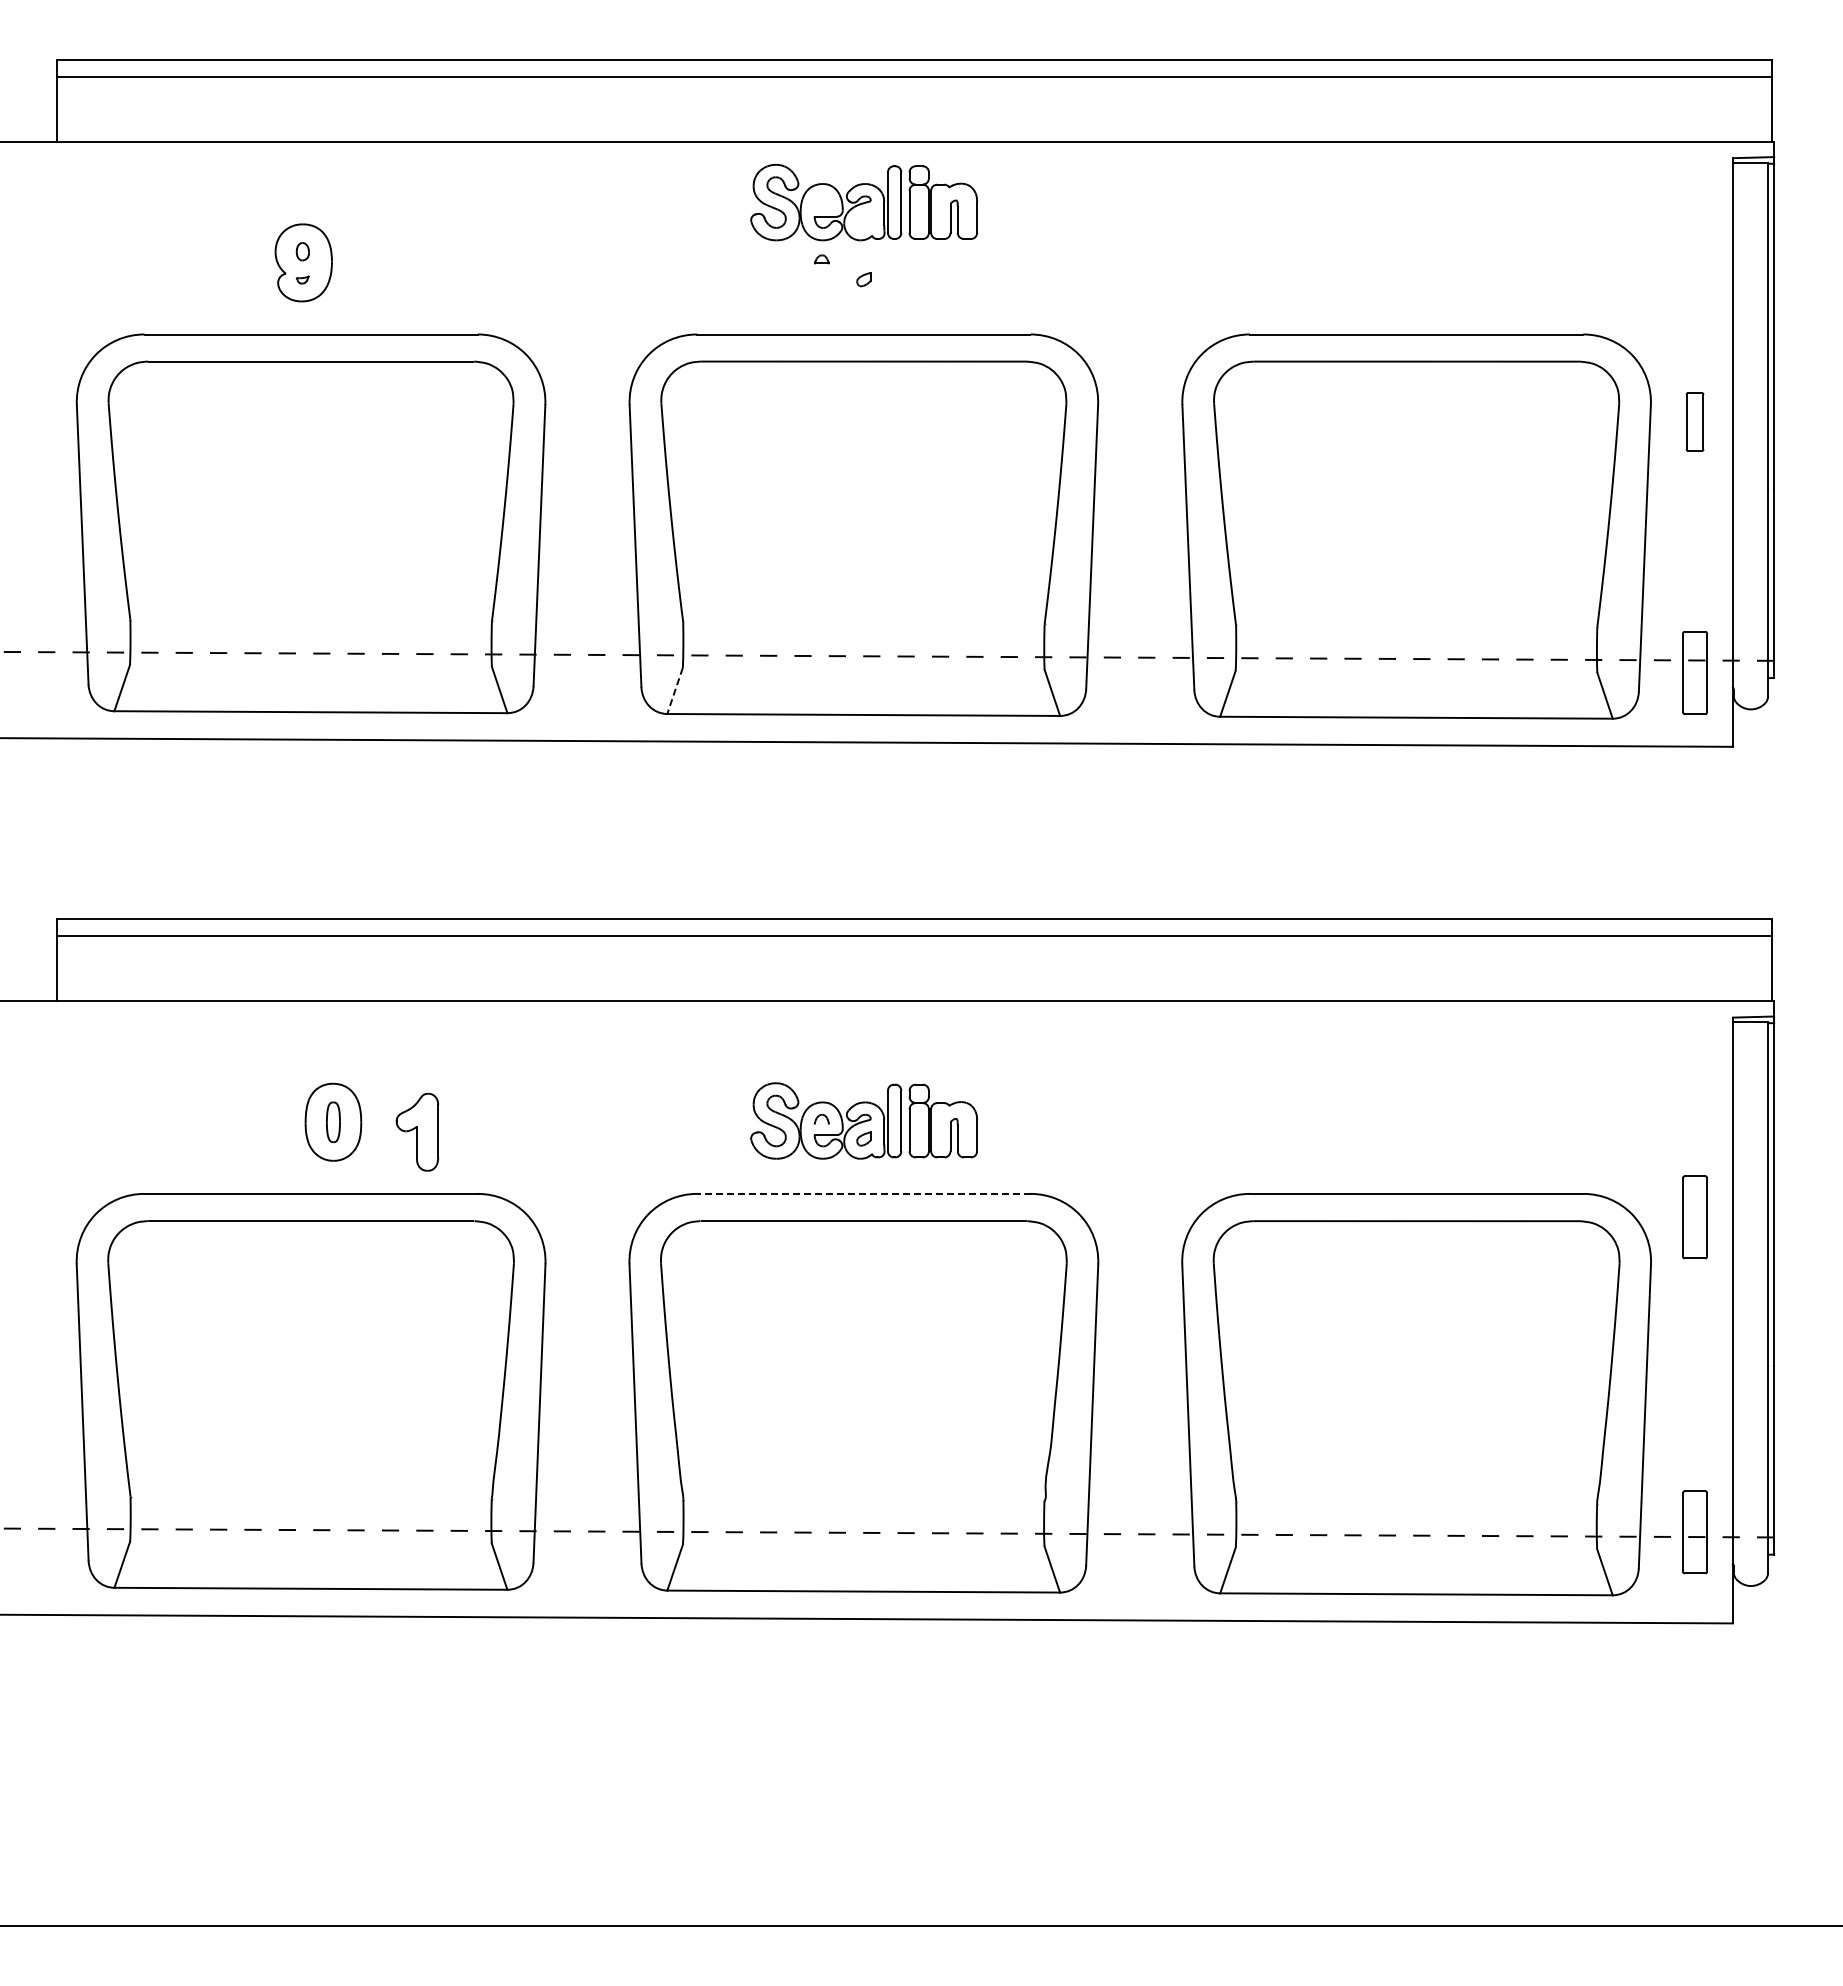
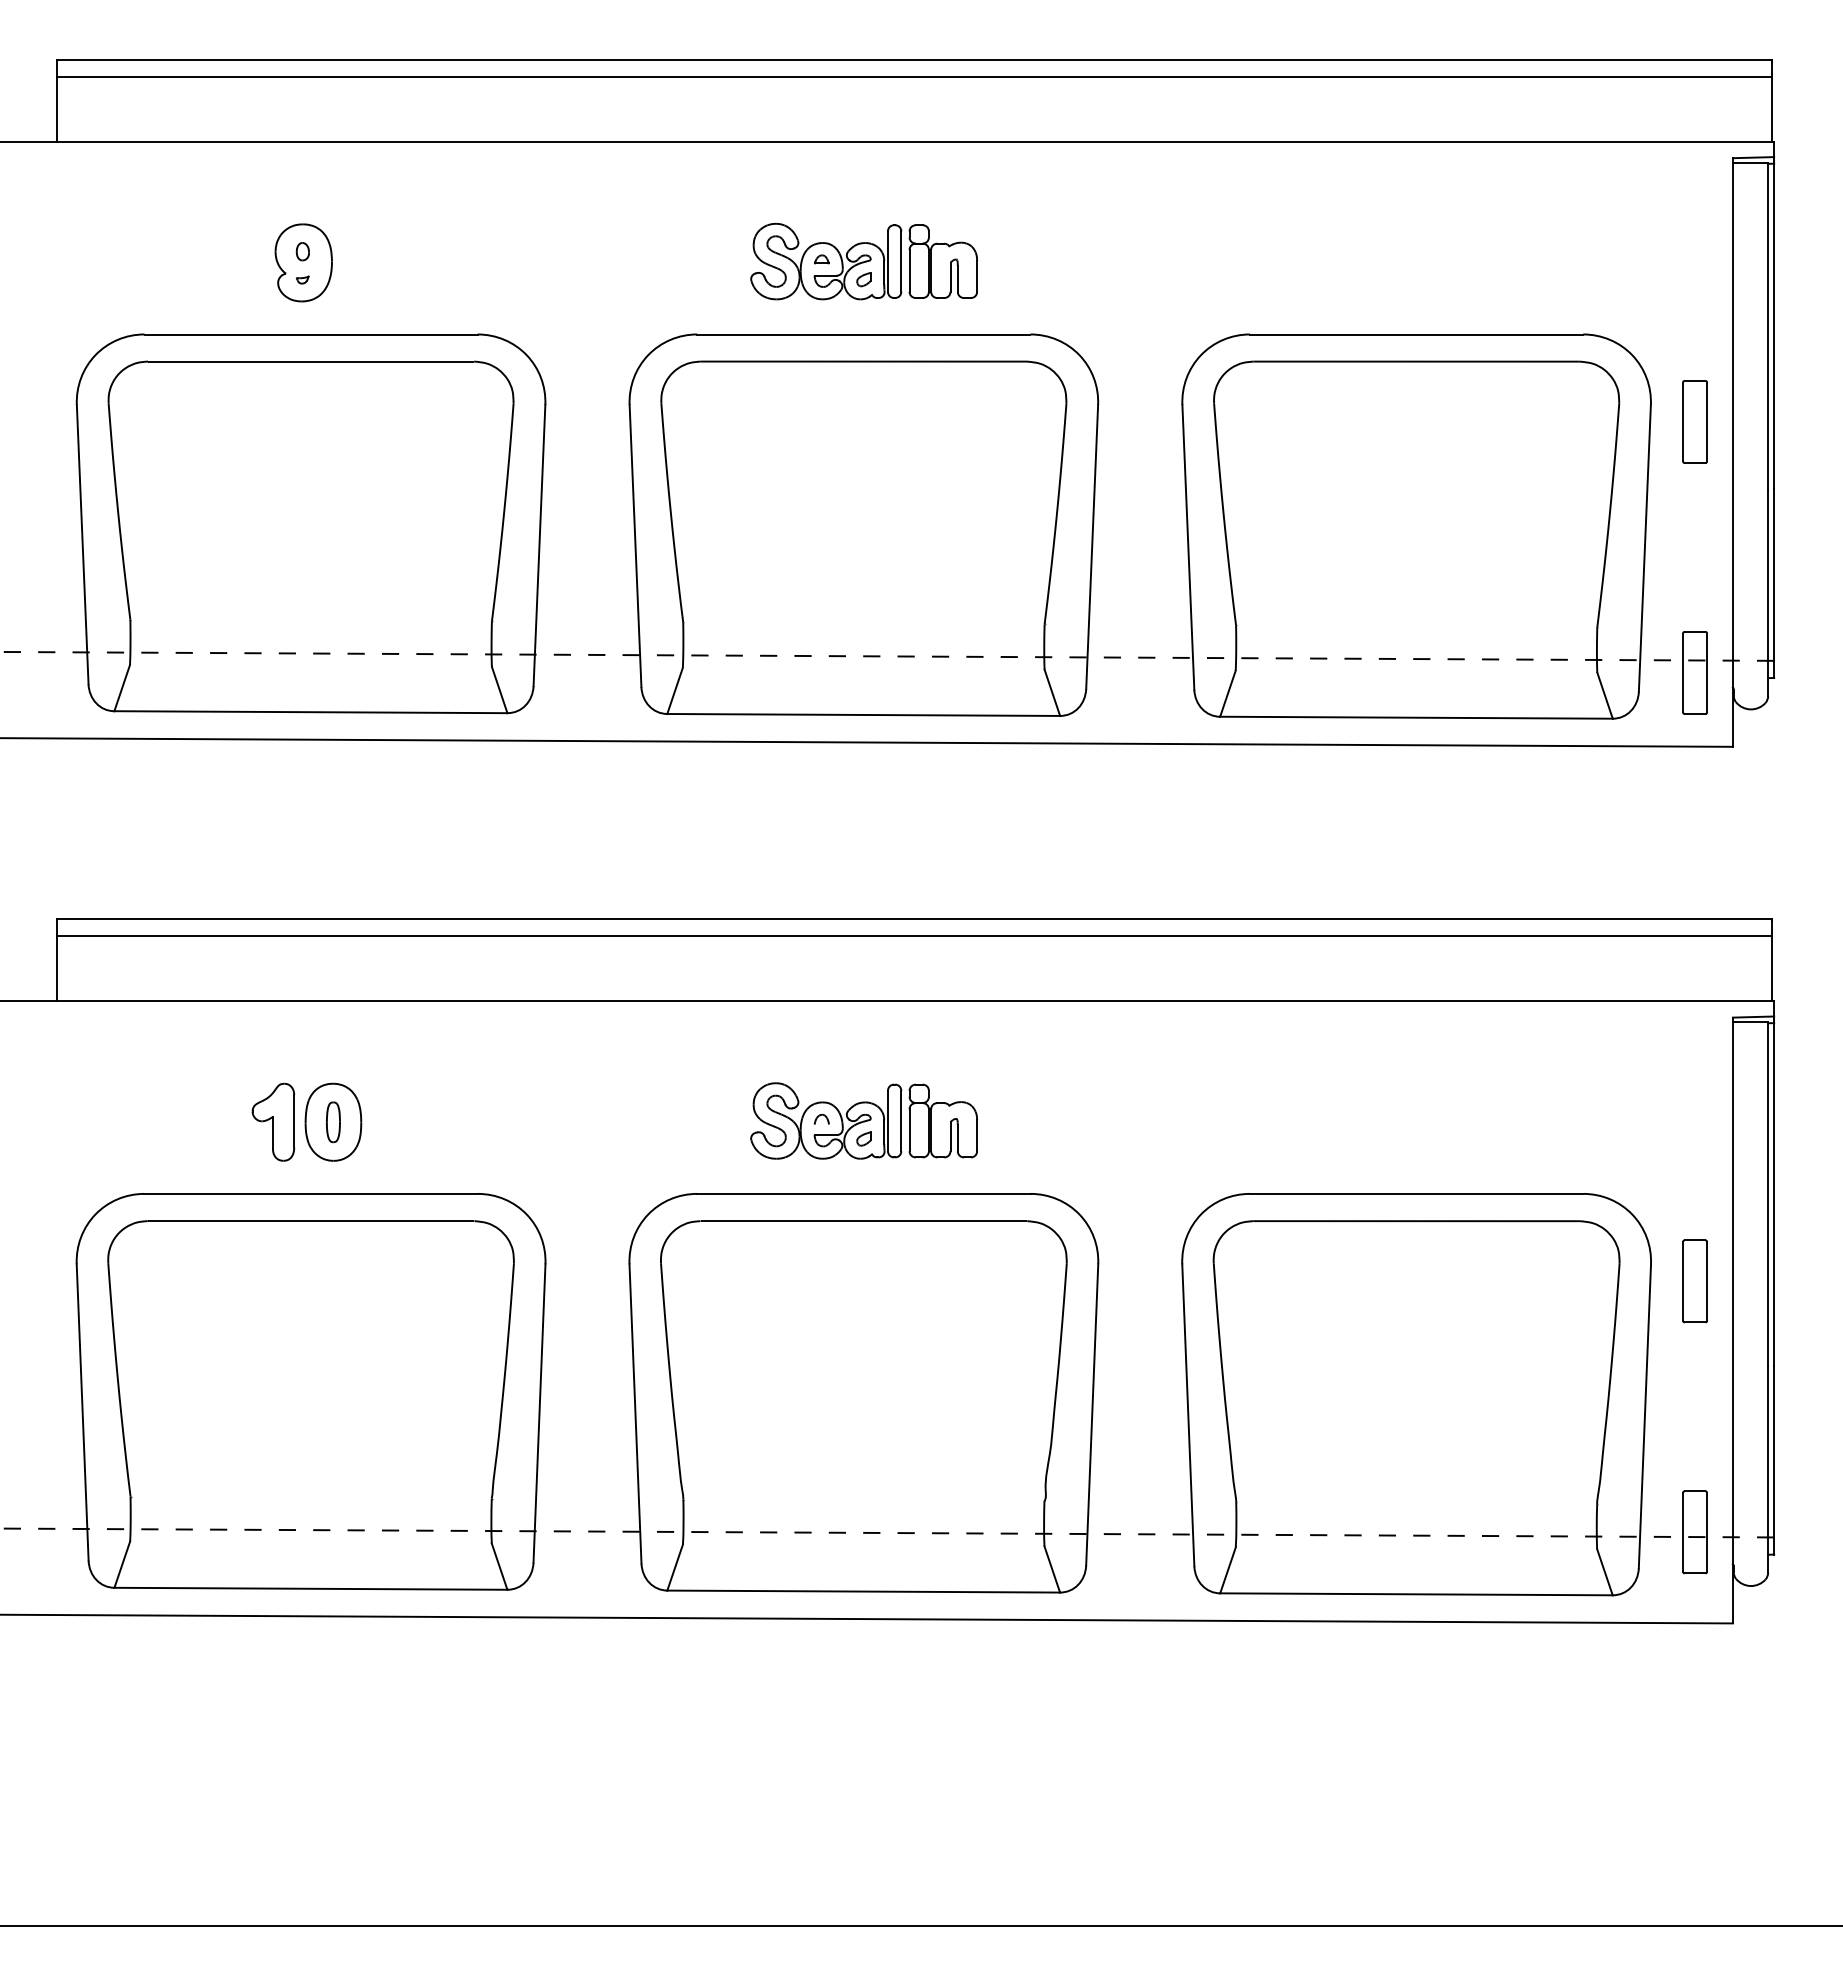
part at (863, 202) position: (863, 202) -> (863, 261)
part at (1694, 421) size: 20x60 px -> 26x84 px
line at (674, 691): dashed -> solid
part at (417, 1131) position: (417, 1131) -> (273, 1121)
line at (863, 1193): dashed -> solid
part at (1694, 1217) position: (1694, 1217) -> (1694, 1281)
